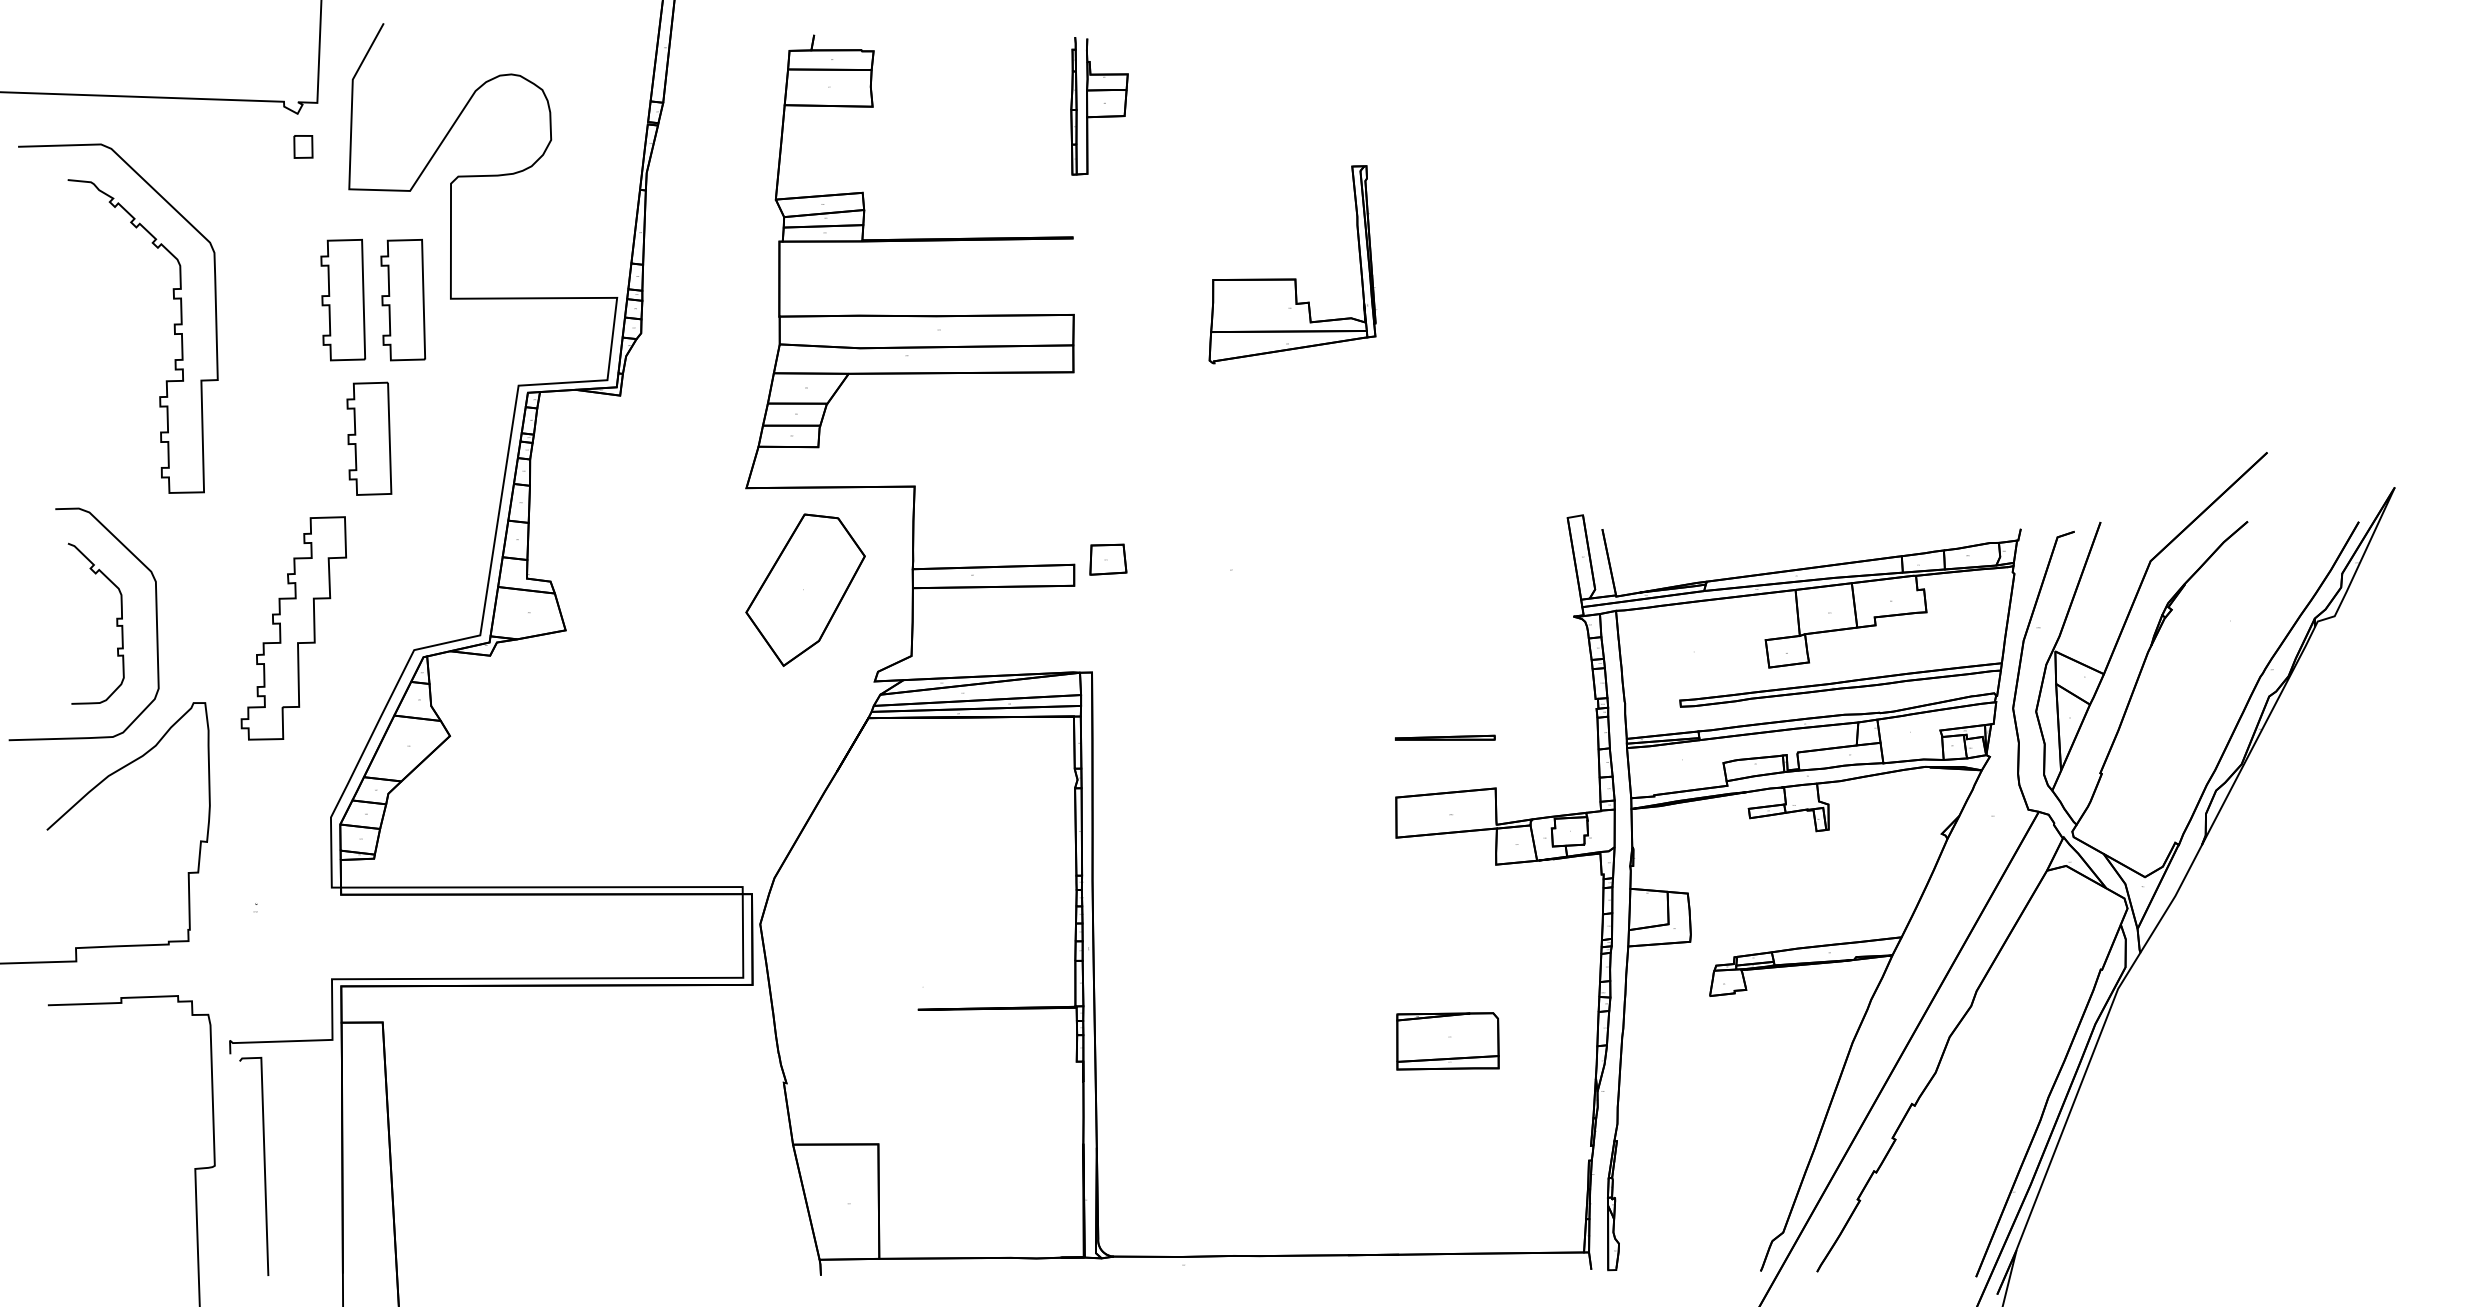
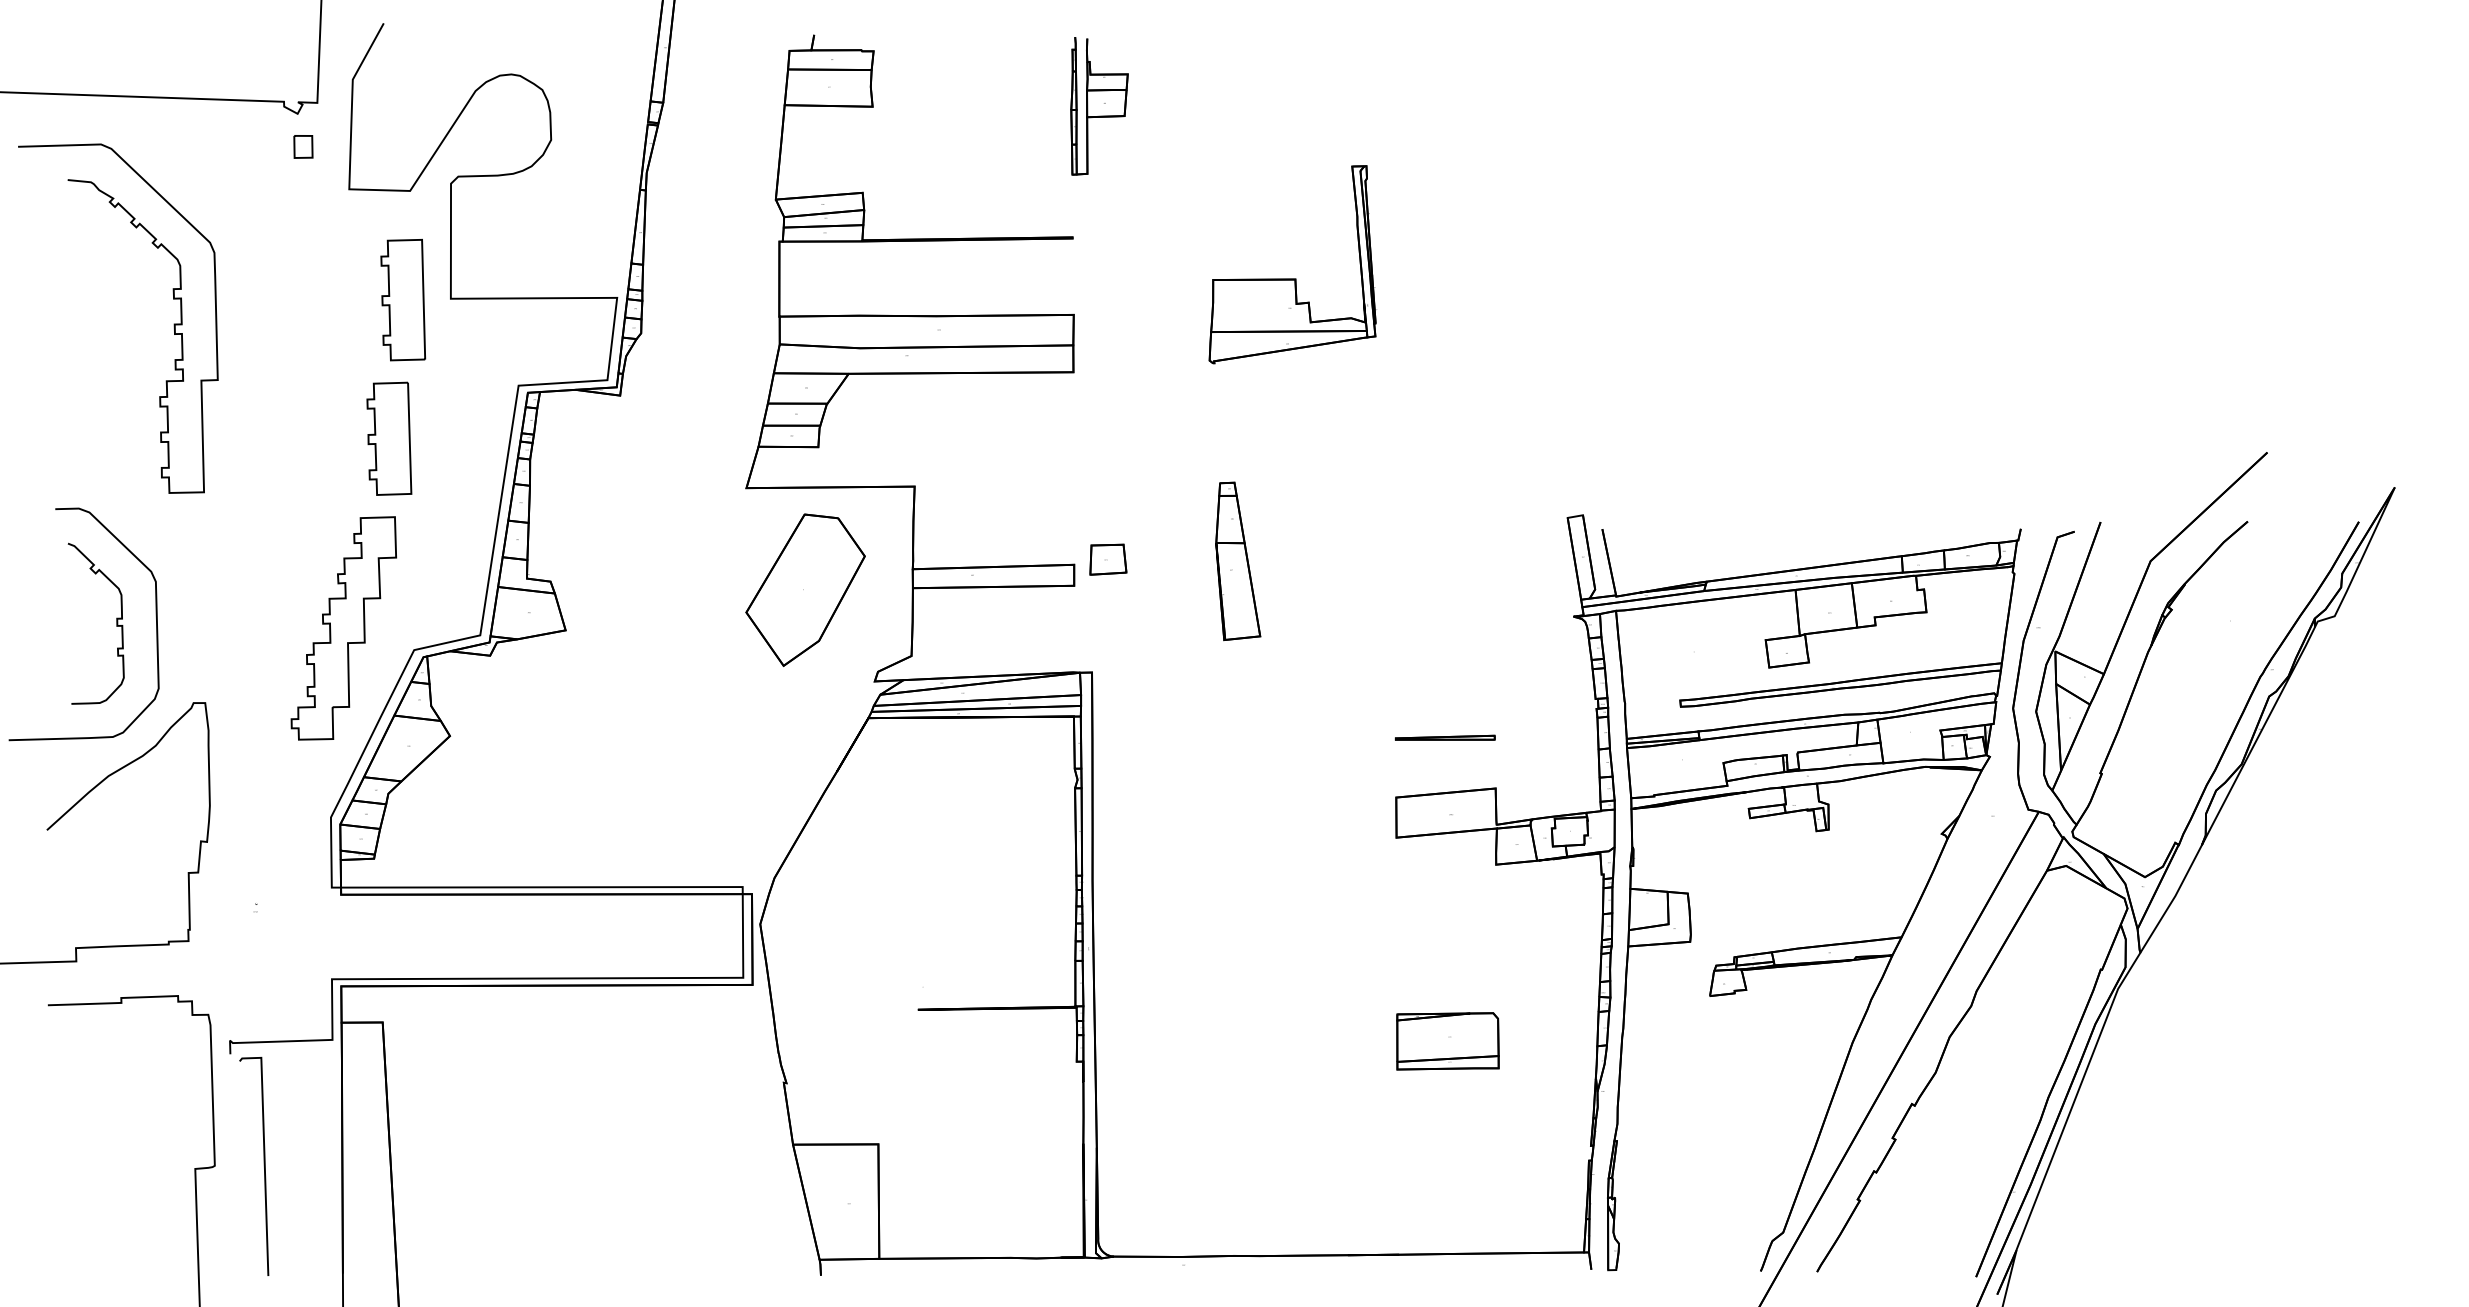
part at (343, 299): present -> none
part at (369, 438) position: (369, 438) -> (389, 438)
part at (1238, 561): none -> present
part at (293, 628) position: (293, 628) -> (343, 628)
